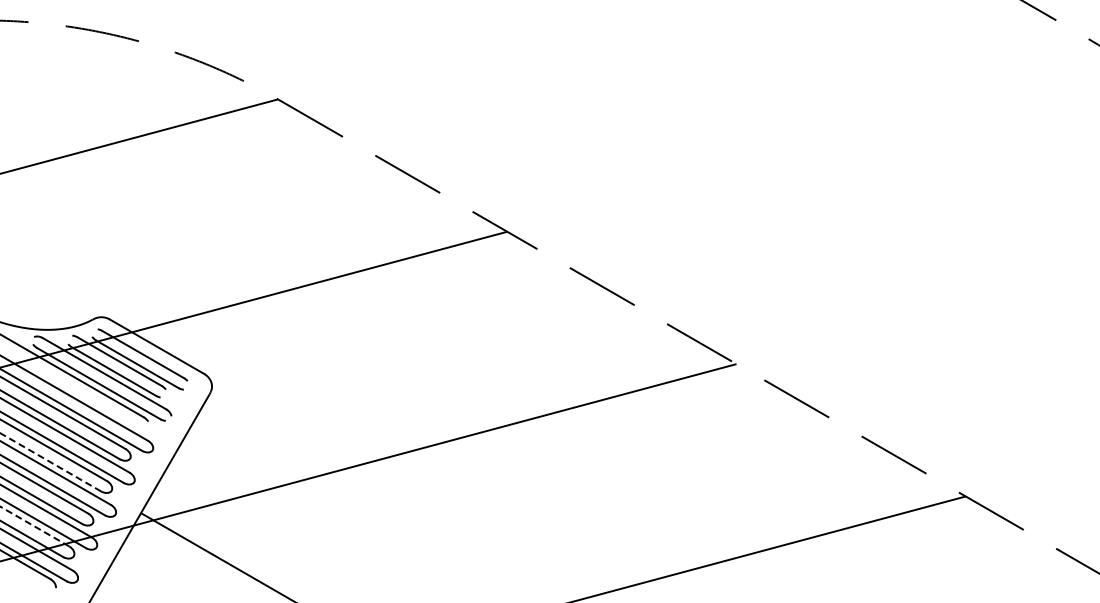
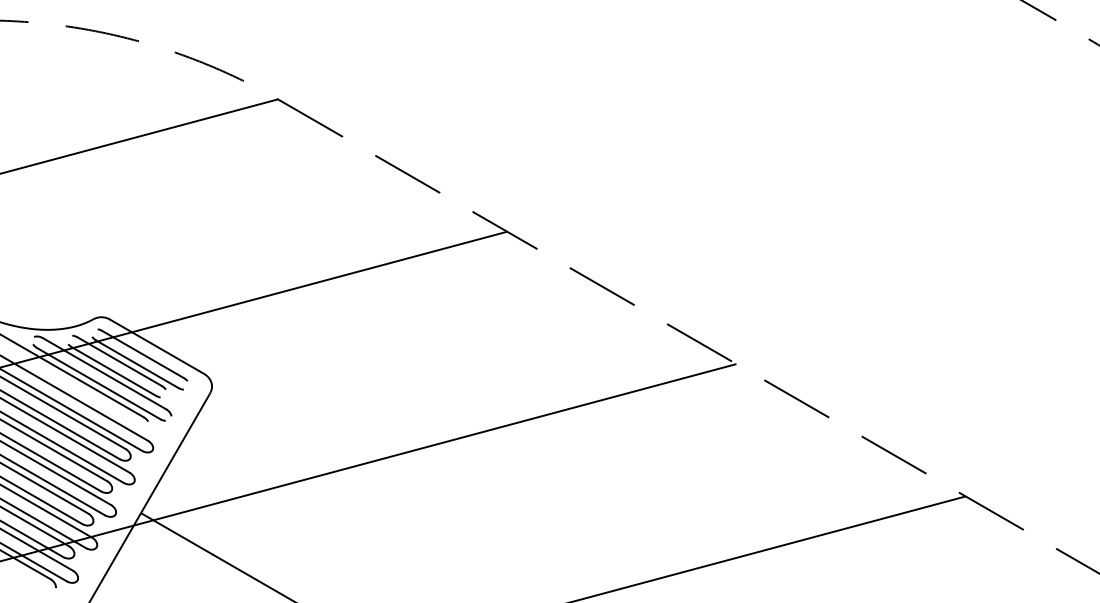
line at (50, 462): dashed -> solid
line at (34, 526): dashed -> solid
